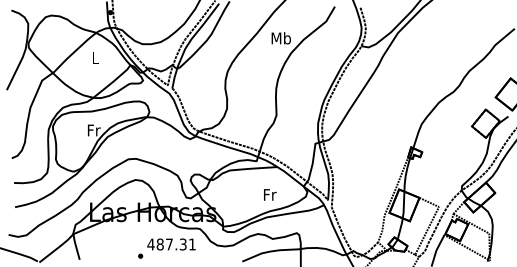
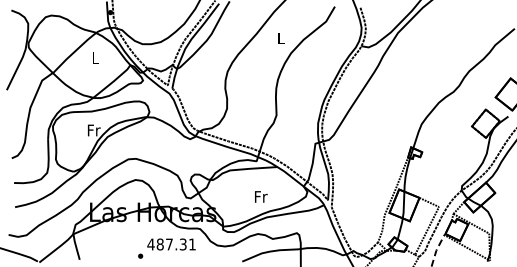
text at (280, 38): Mb -> L
text at (270, 194) position: (270, 194) -> (261, 196)
line at (436, 250): solid -> dashed
